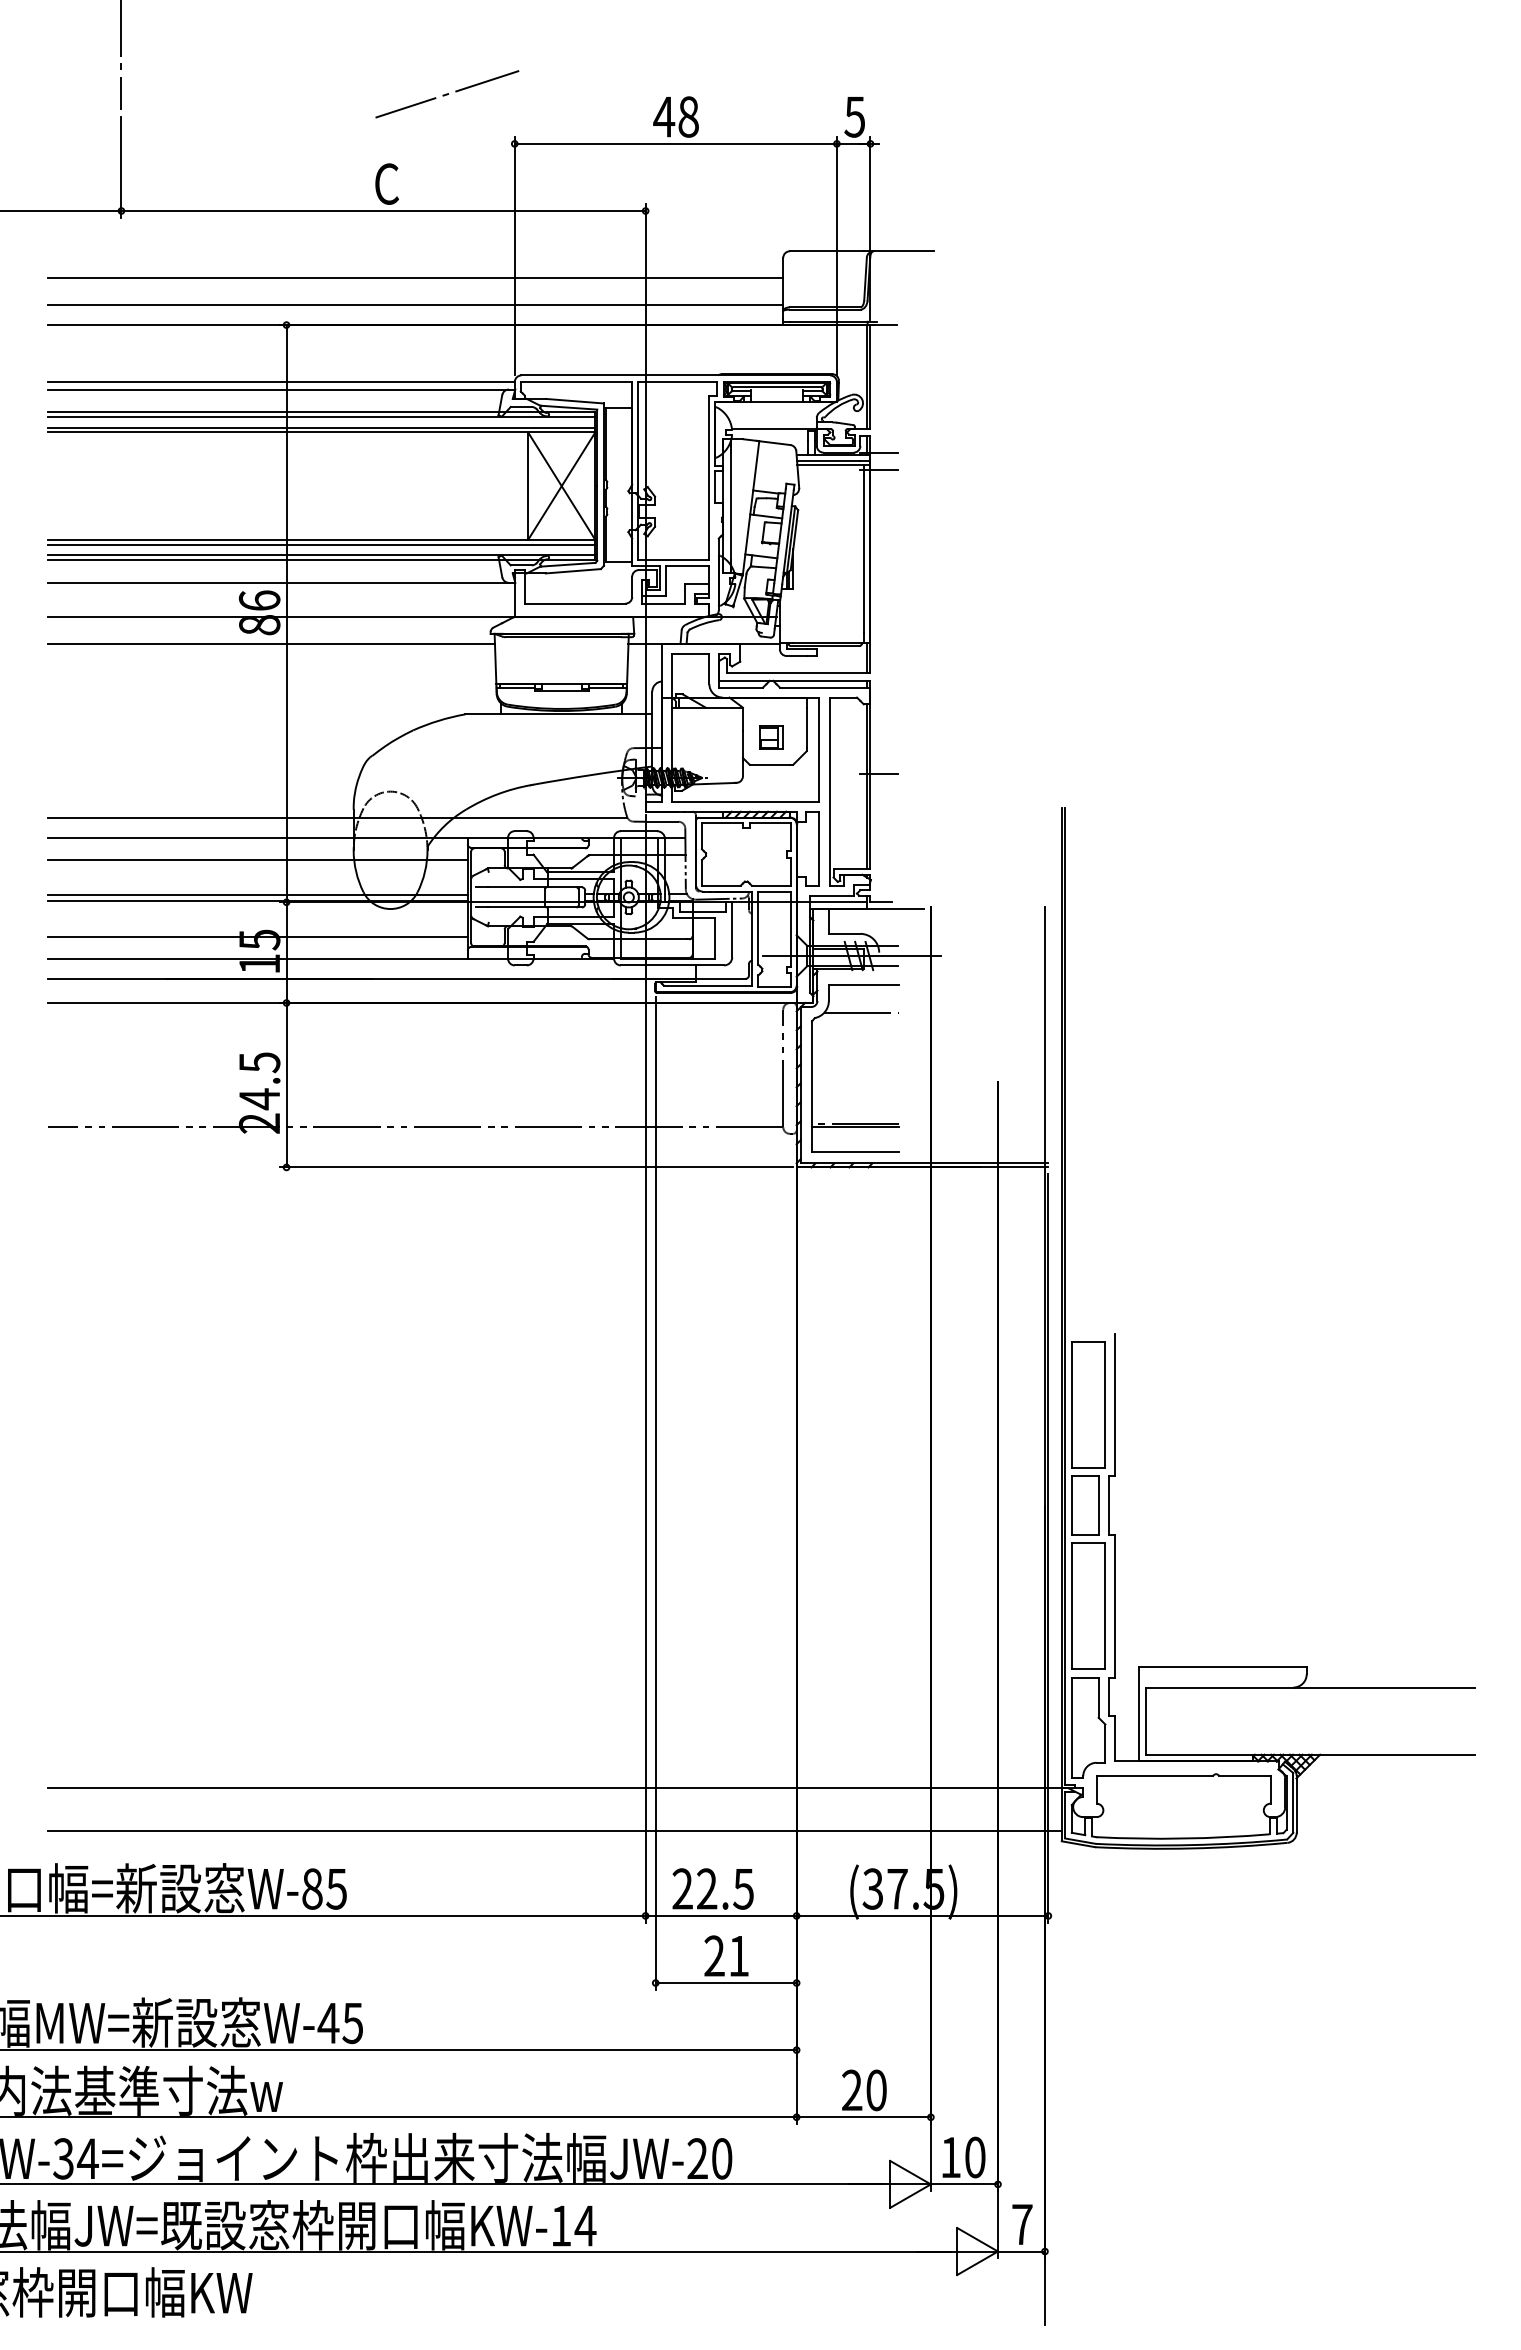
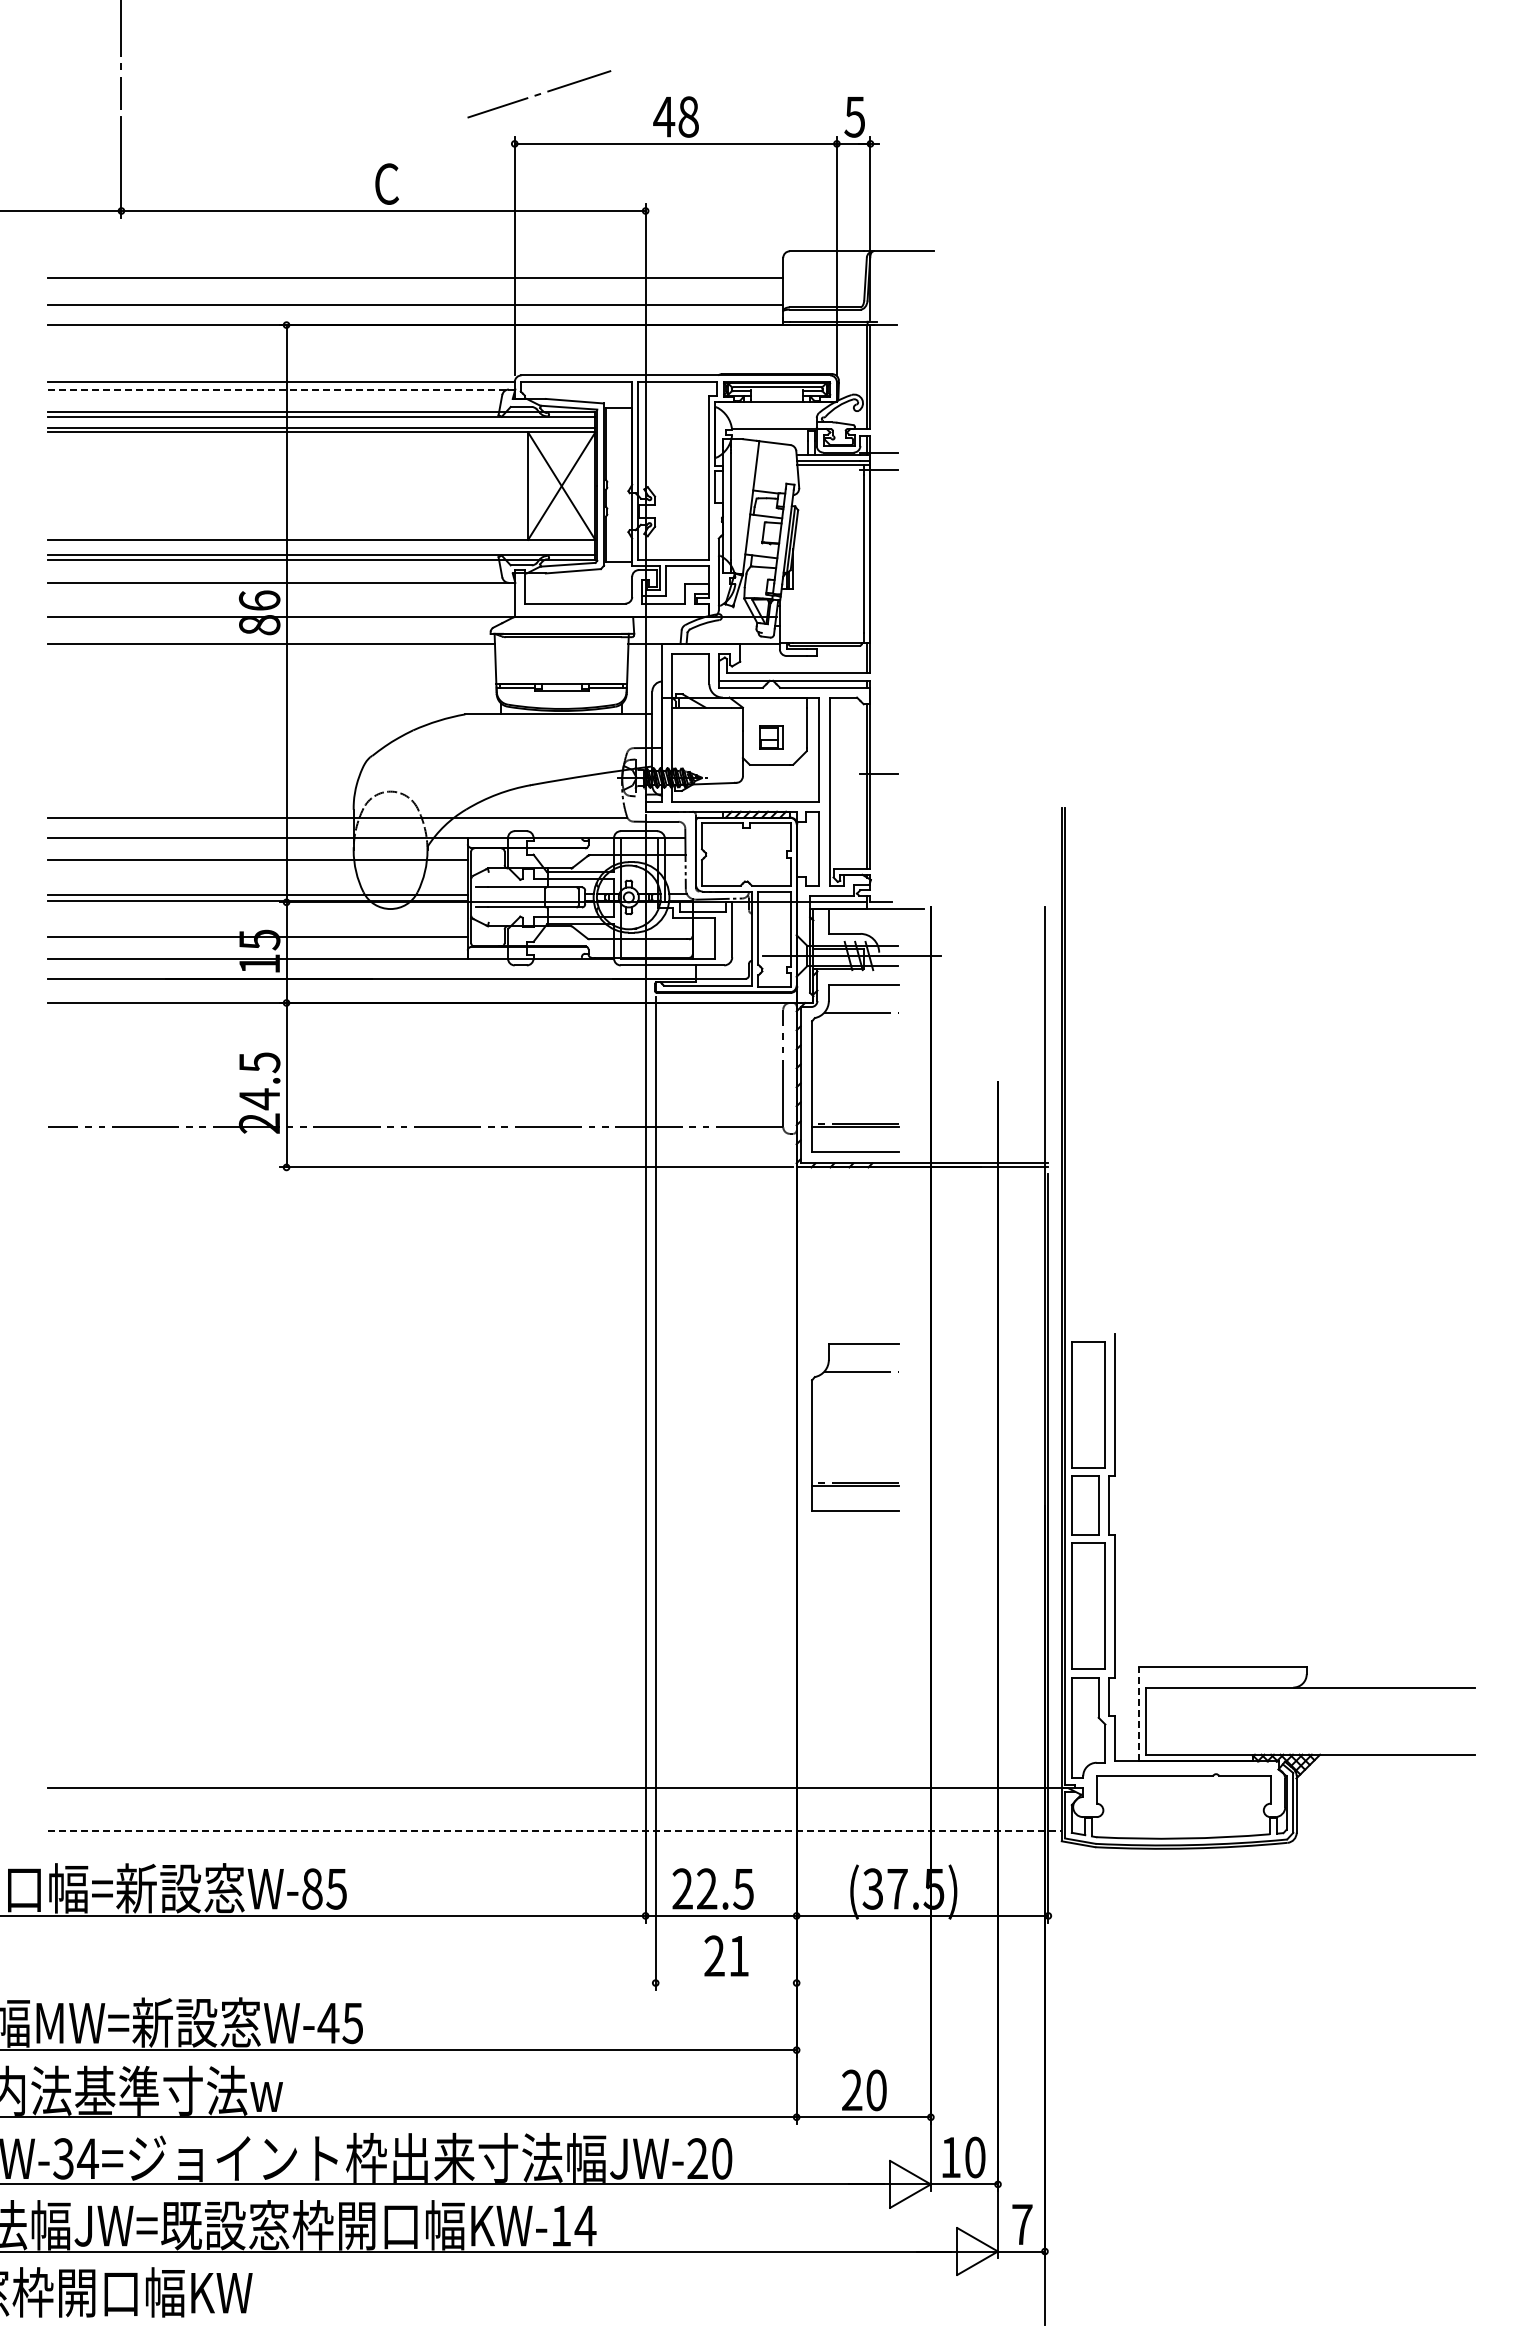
line at (447, 94) position: (447, 94) -> (539, 94)
line at (279, 389): solid -> dashed
line at (321, 544): present -> none
part at (812, 1427): none -> present
line at (1138, 1714): solid -> dashed
line at (555, 1831): solid -> dashed
line at (725, 1983): present -> none
